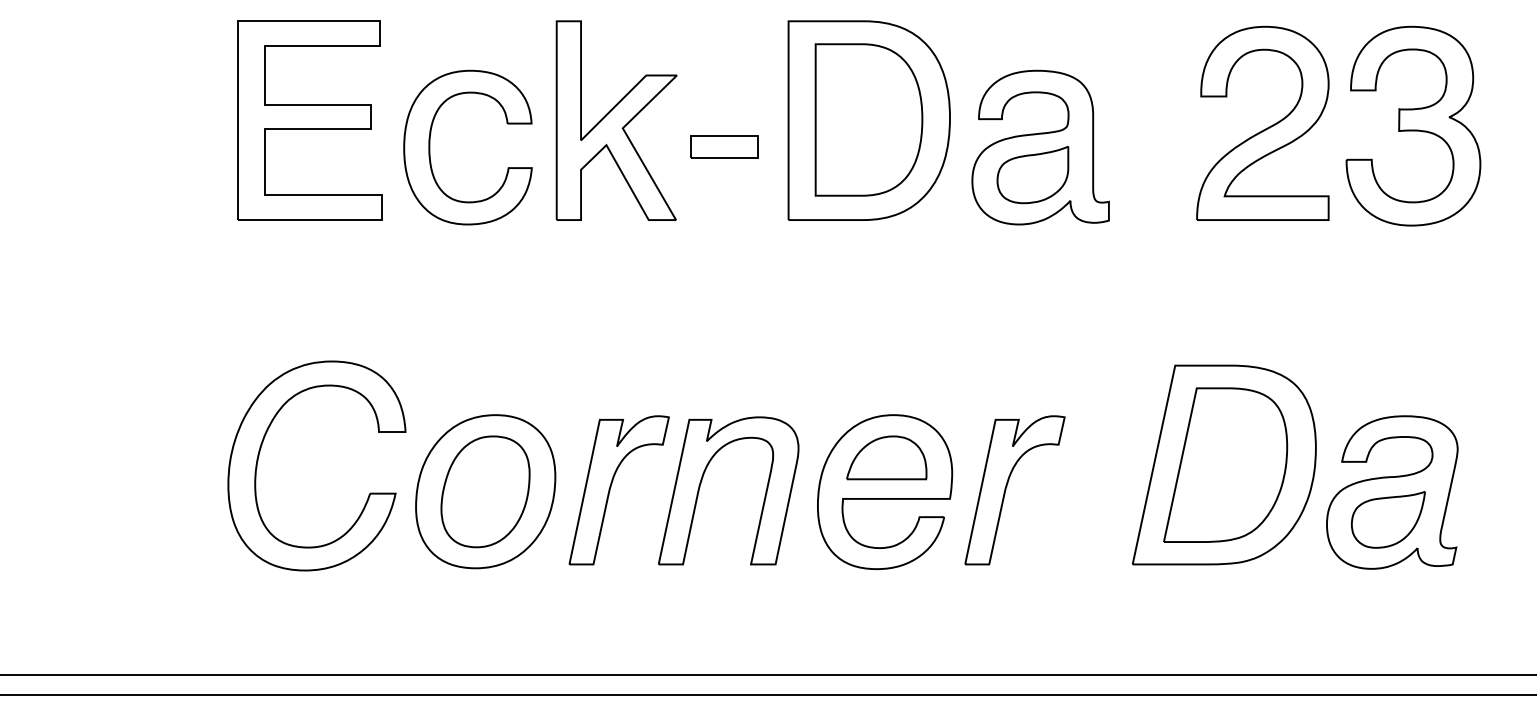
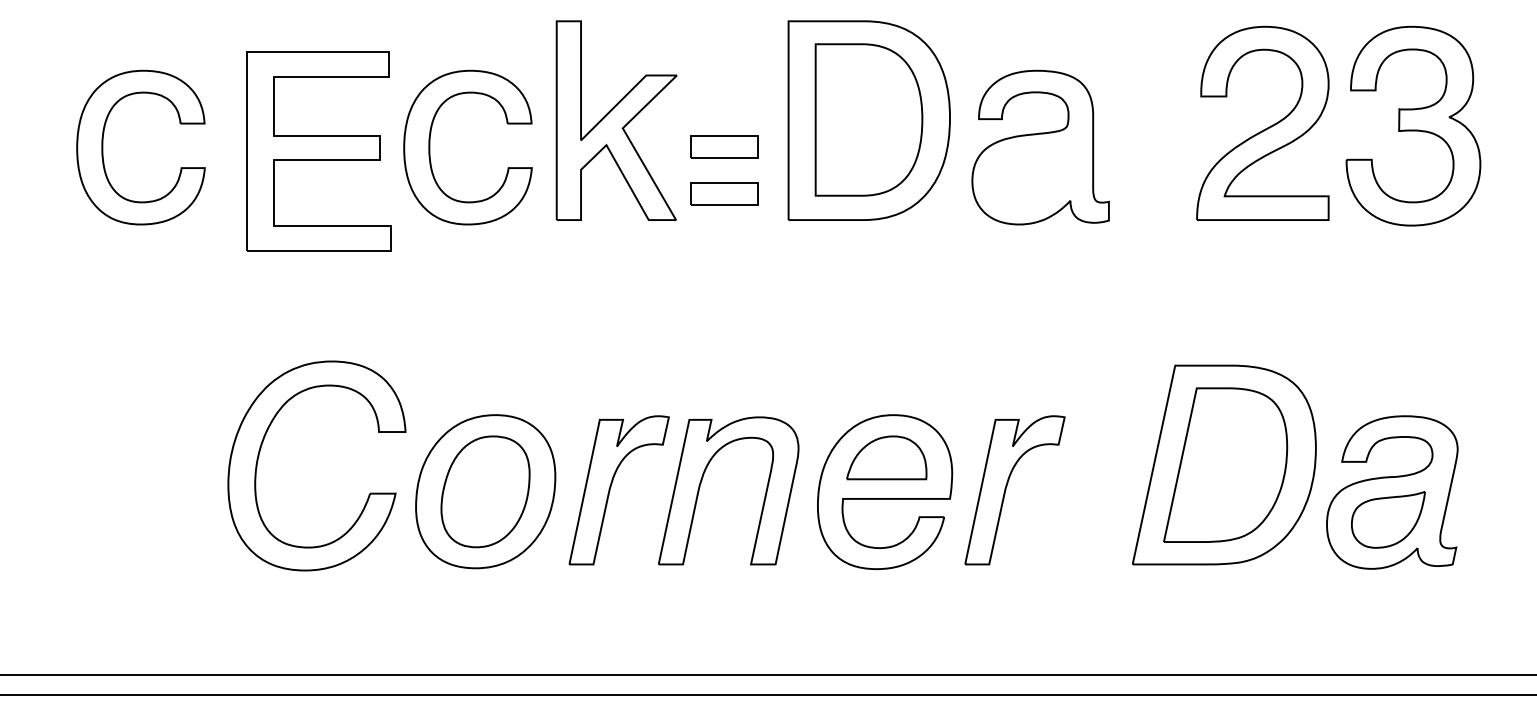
part at (309, 120) position: (309, 120) -> (318, 151)
part at (103, 147): none -> present
part at (1032, 174): present -> none
part at (724, 193): none -> present
